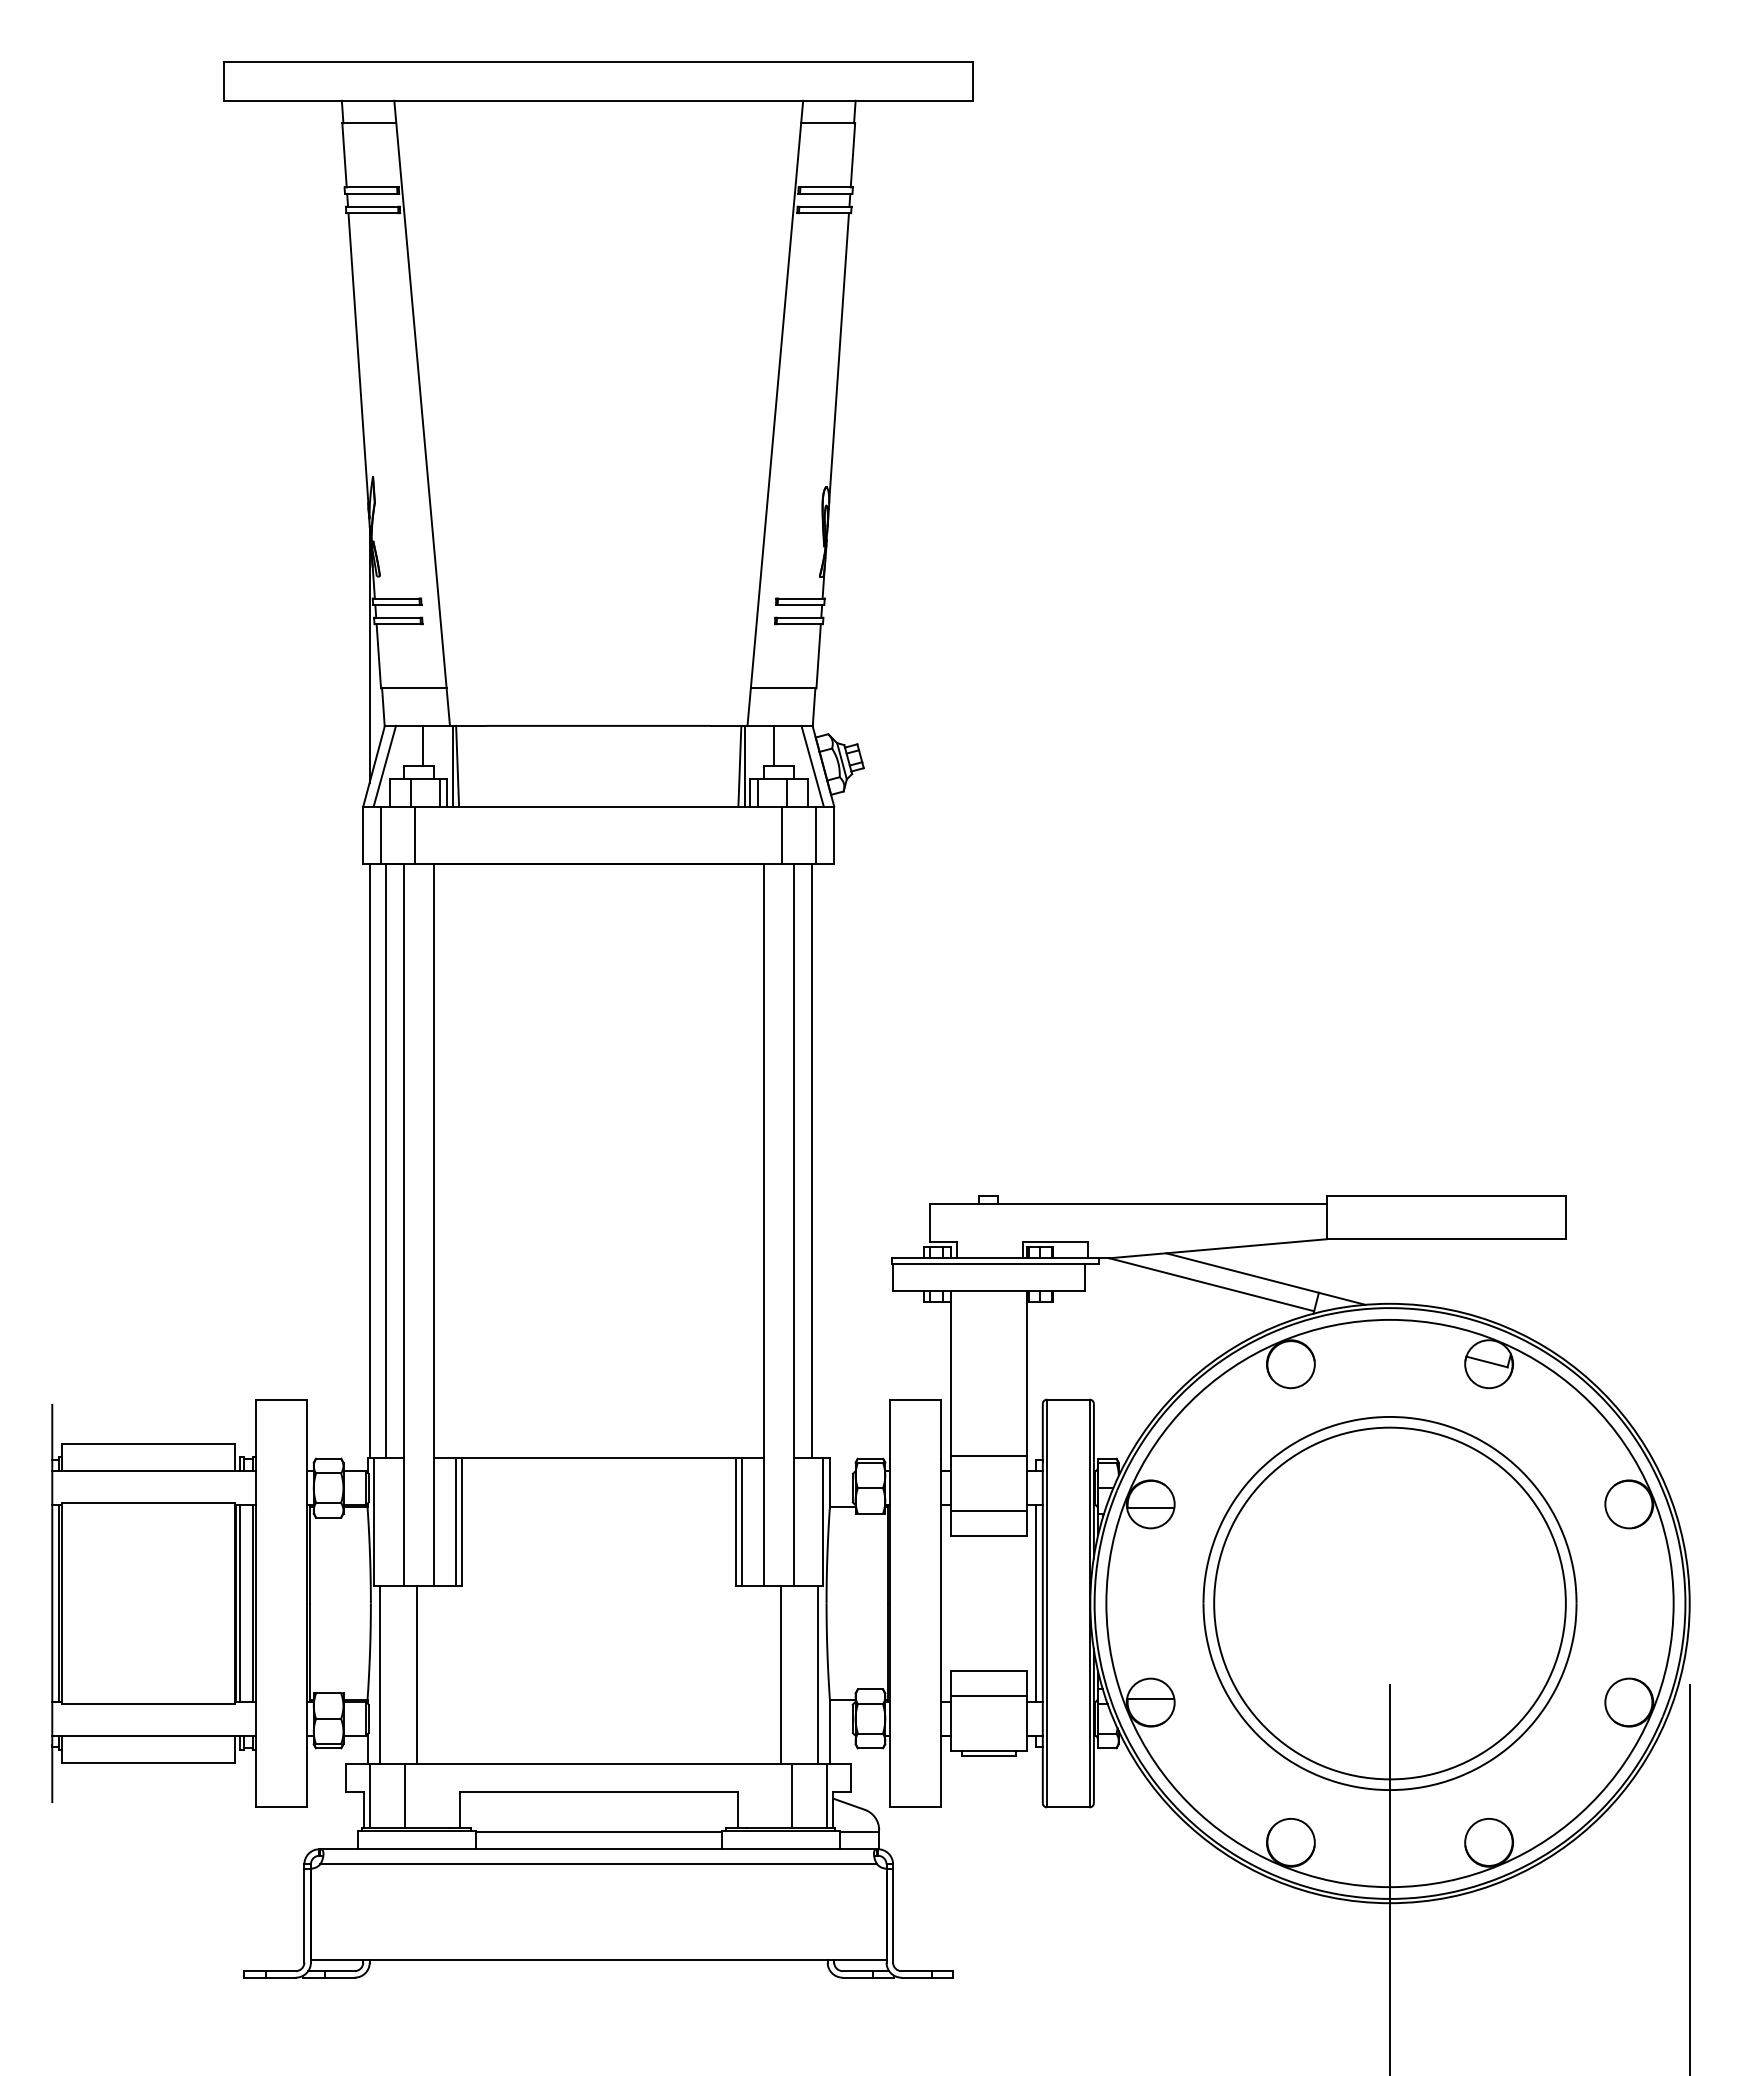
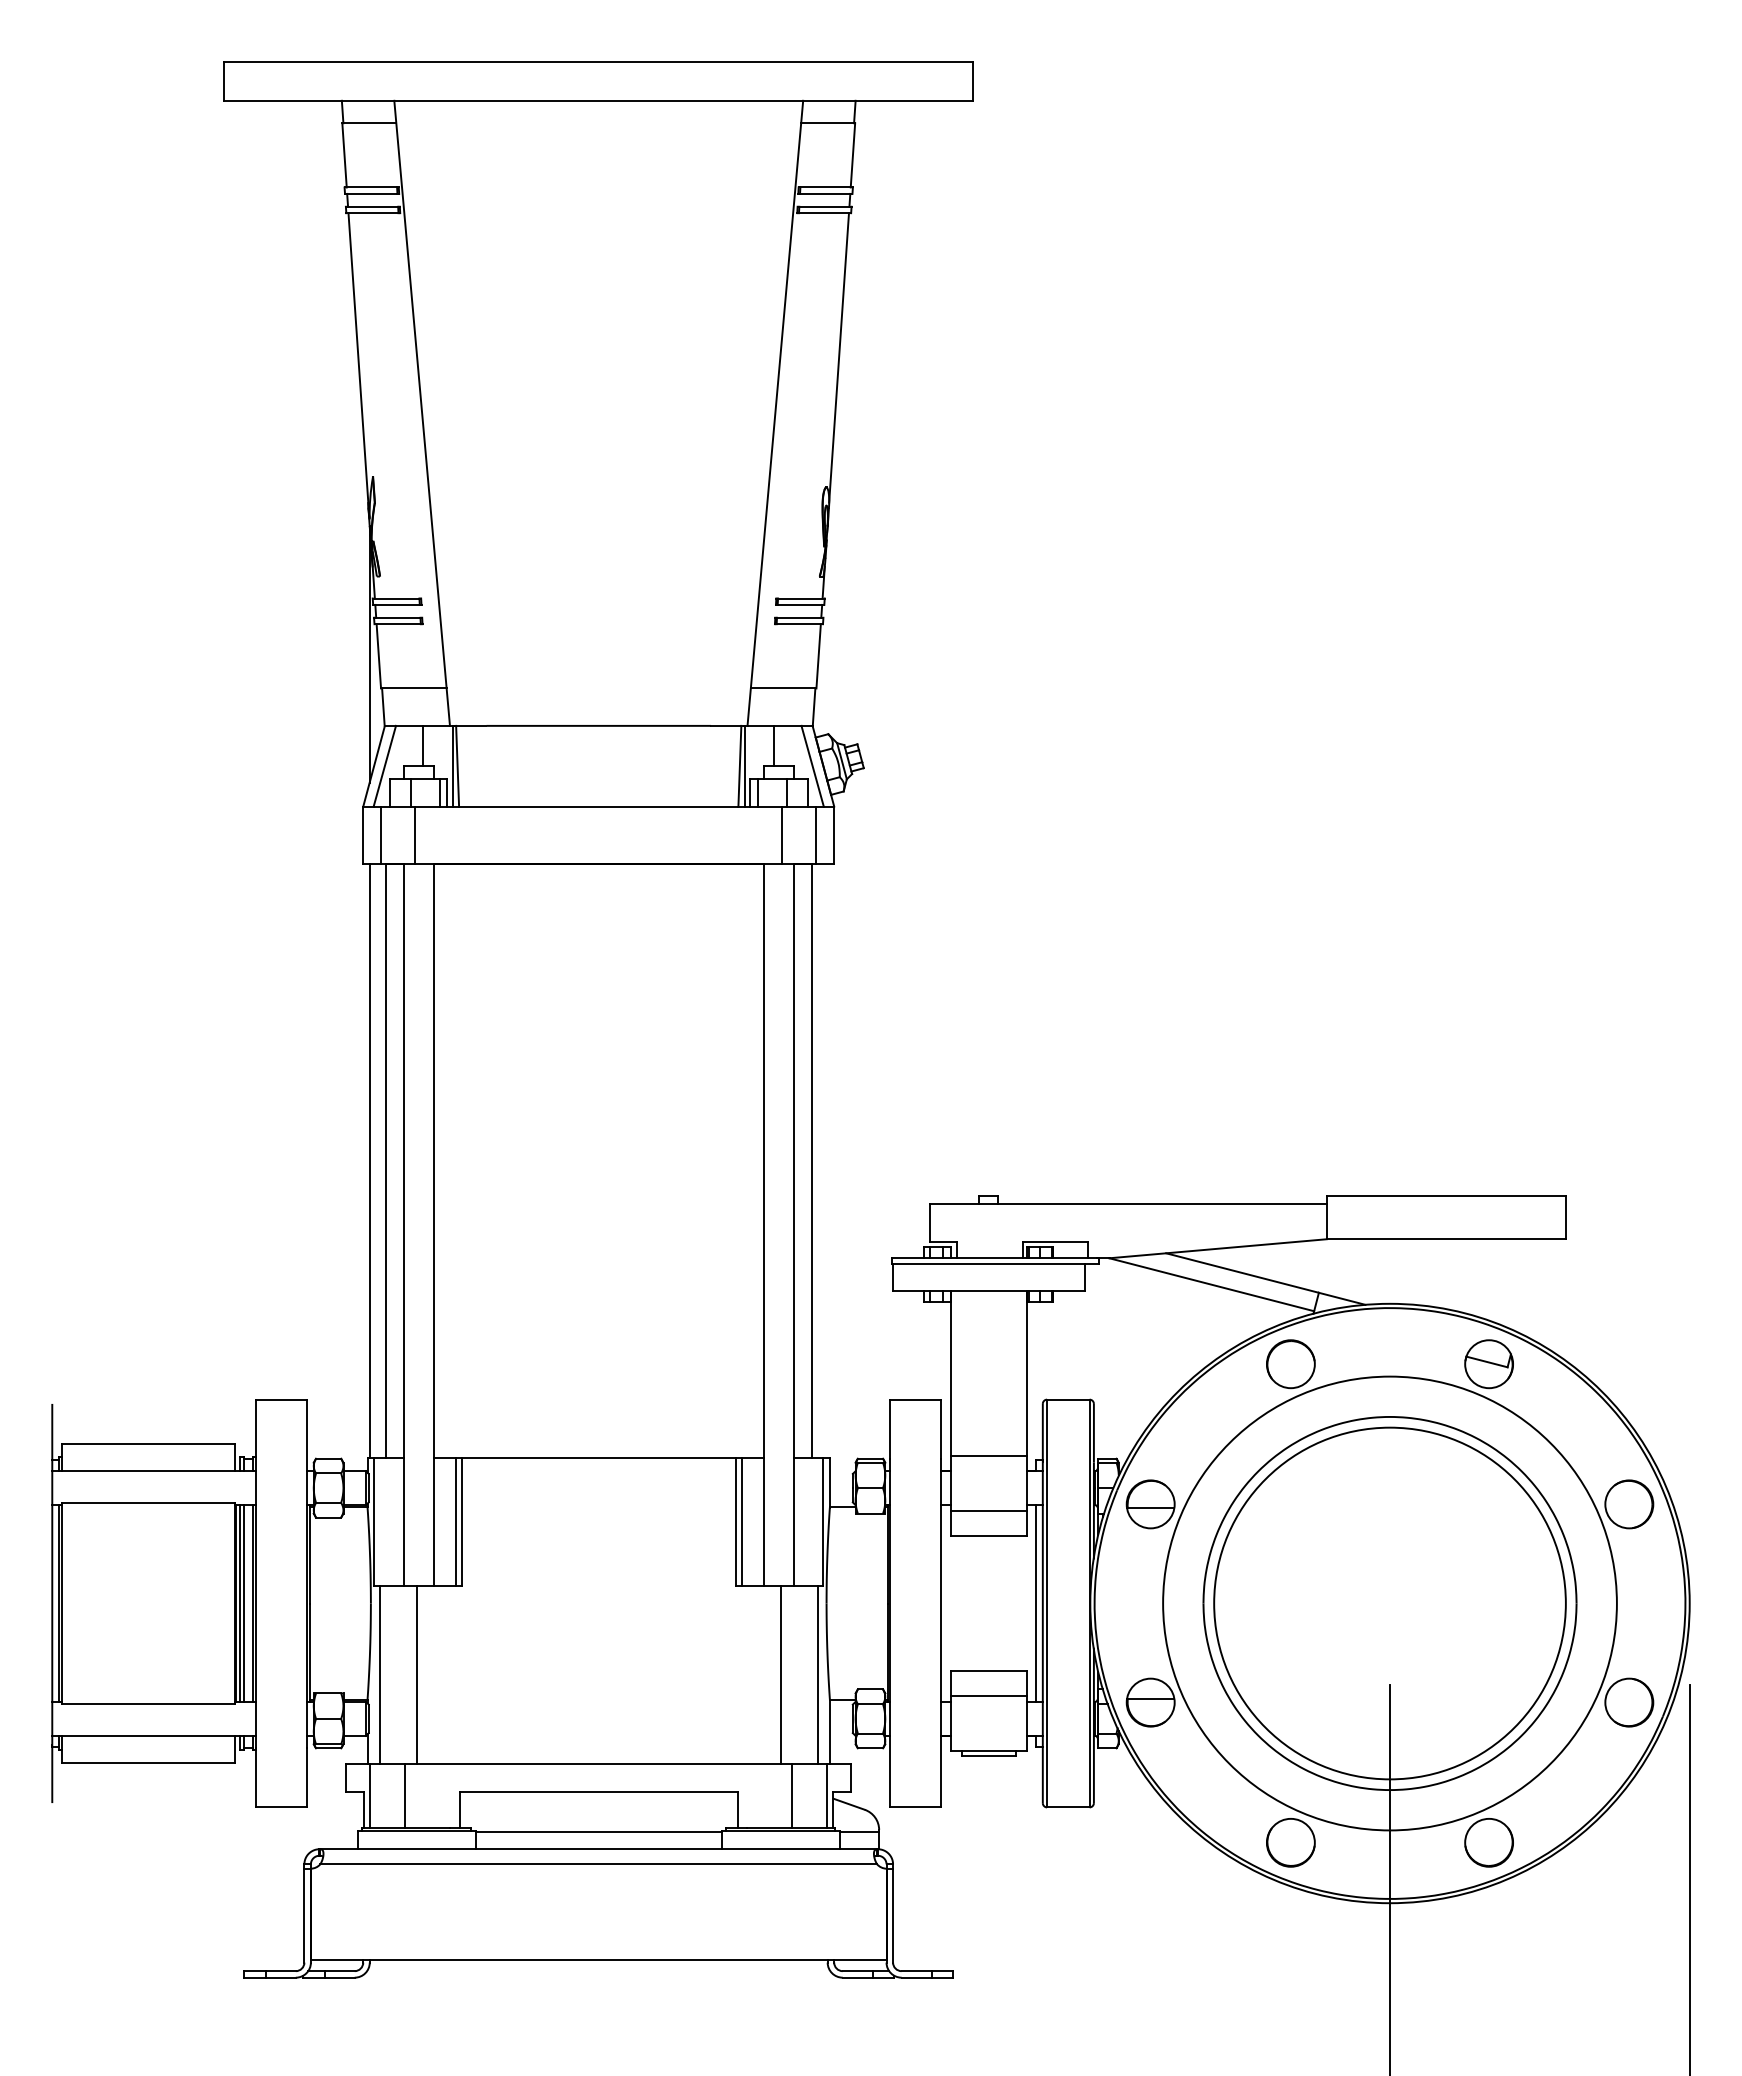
line at (243, 1603): none -> present
circle at (1389, 1603) diameter: 567 px -> 454 px
